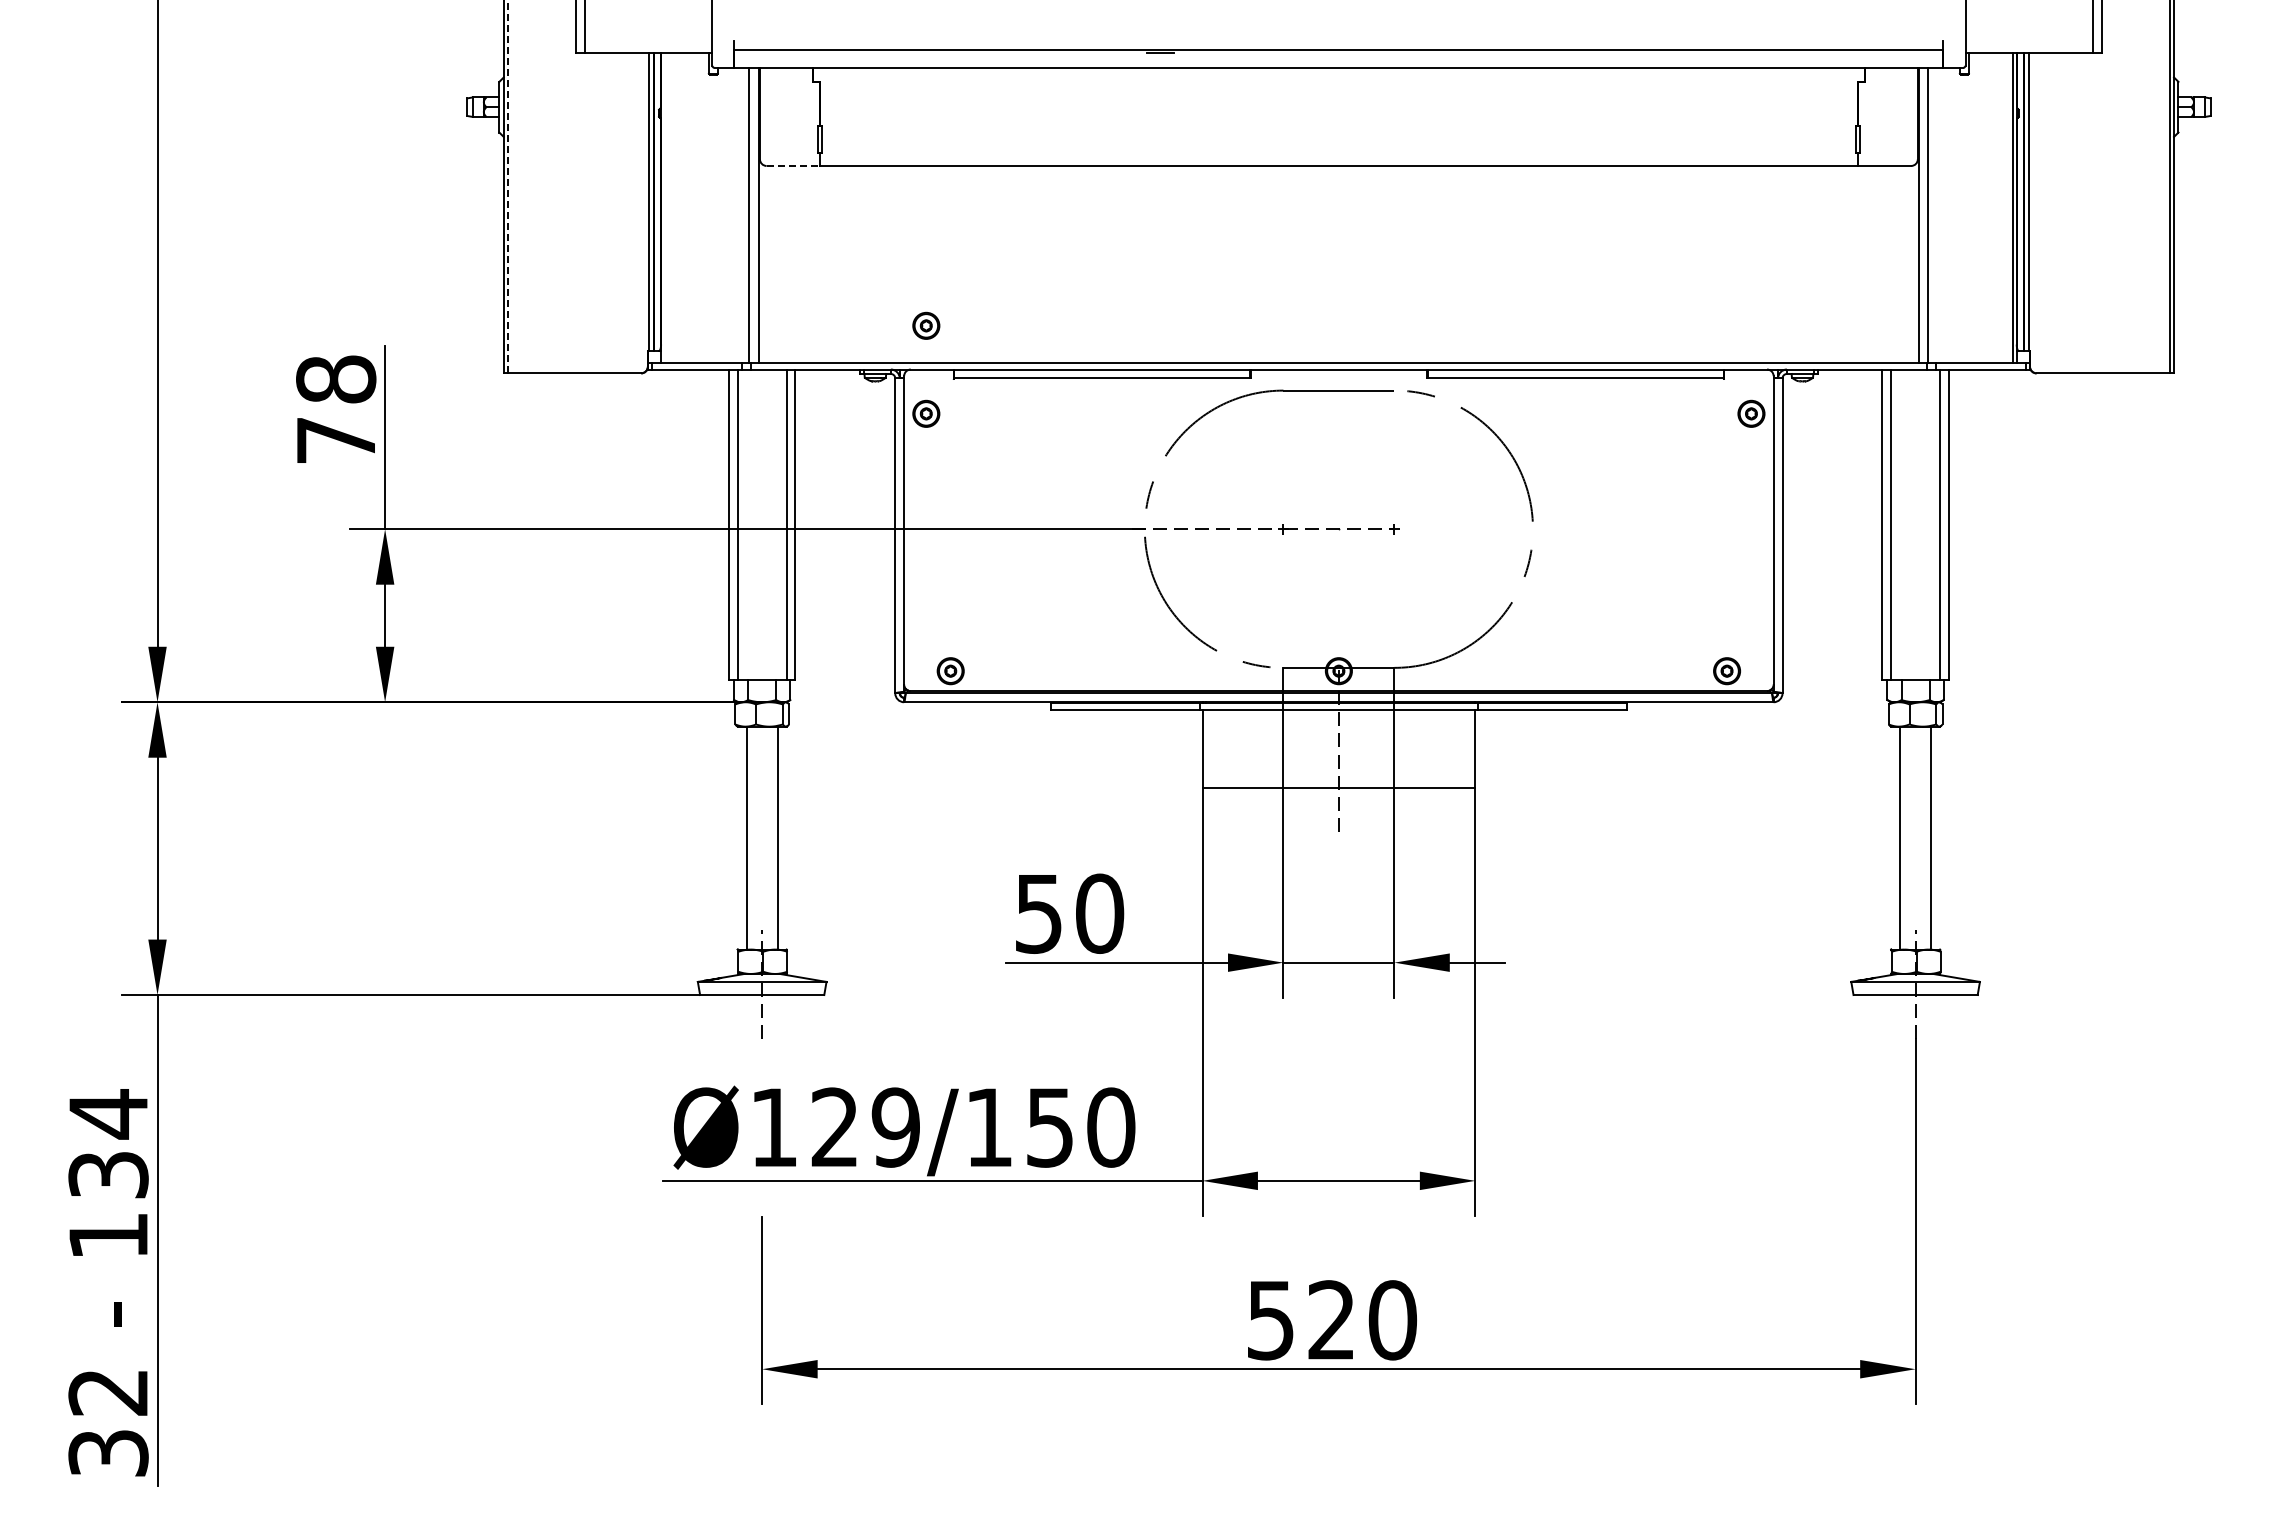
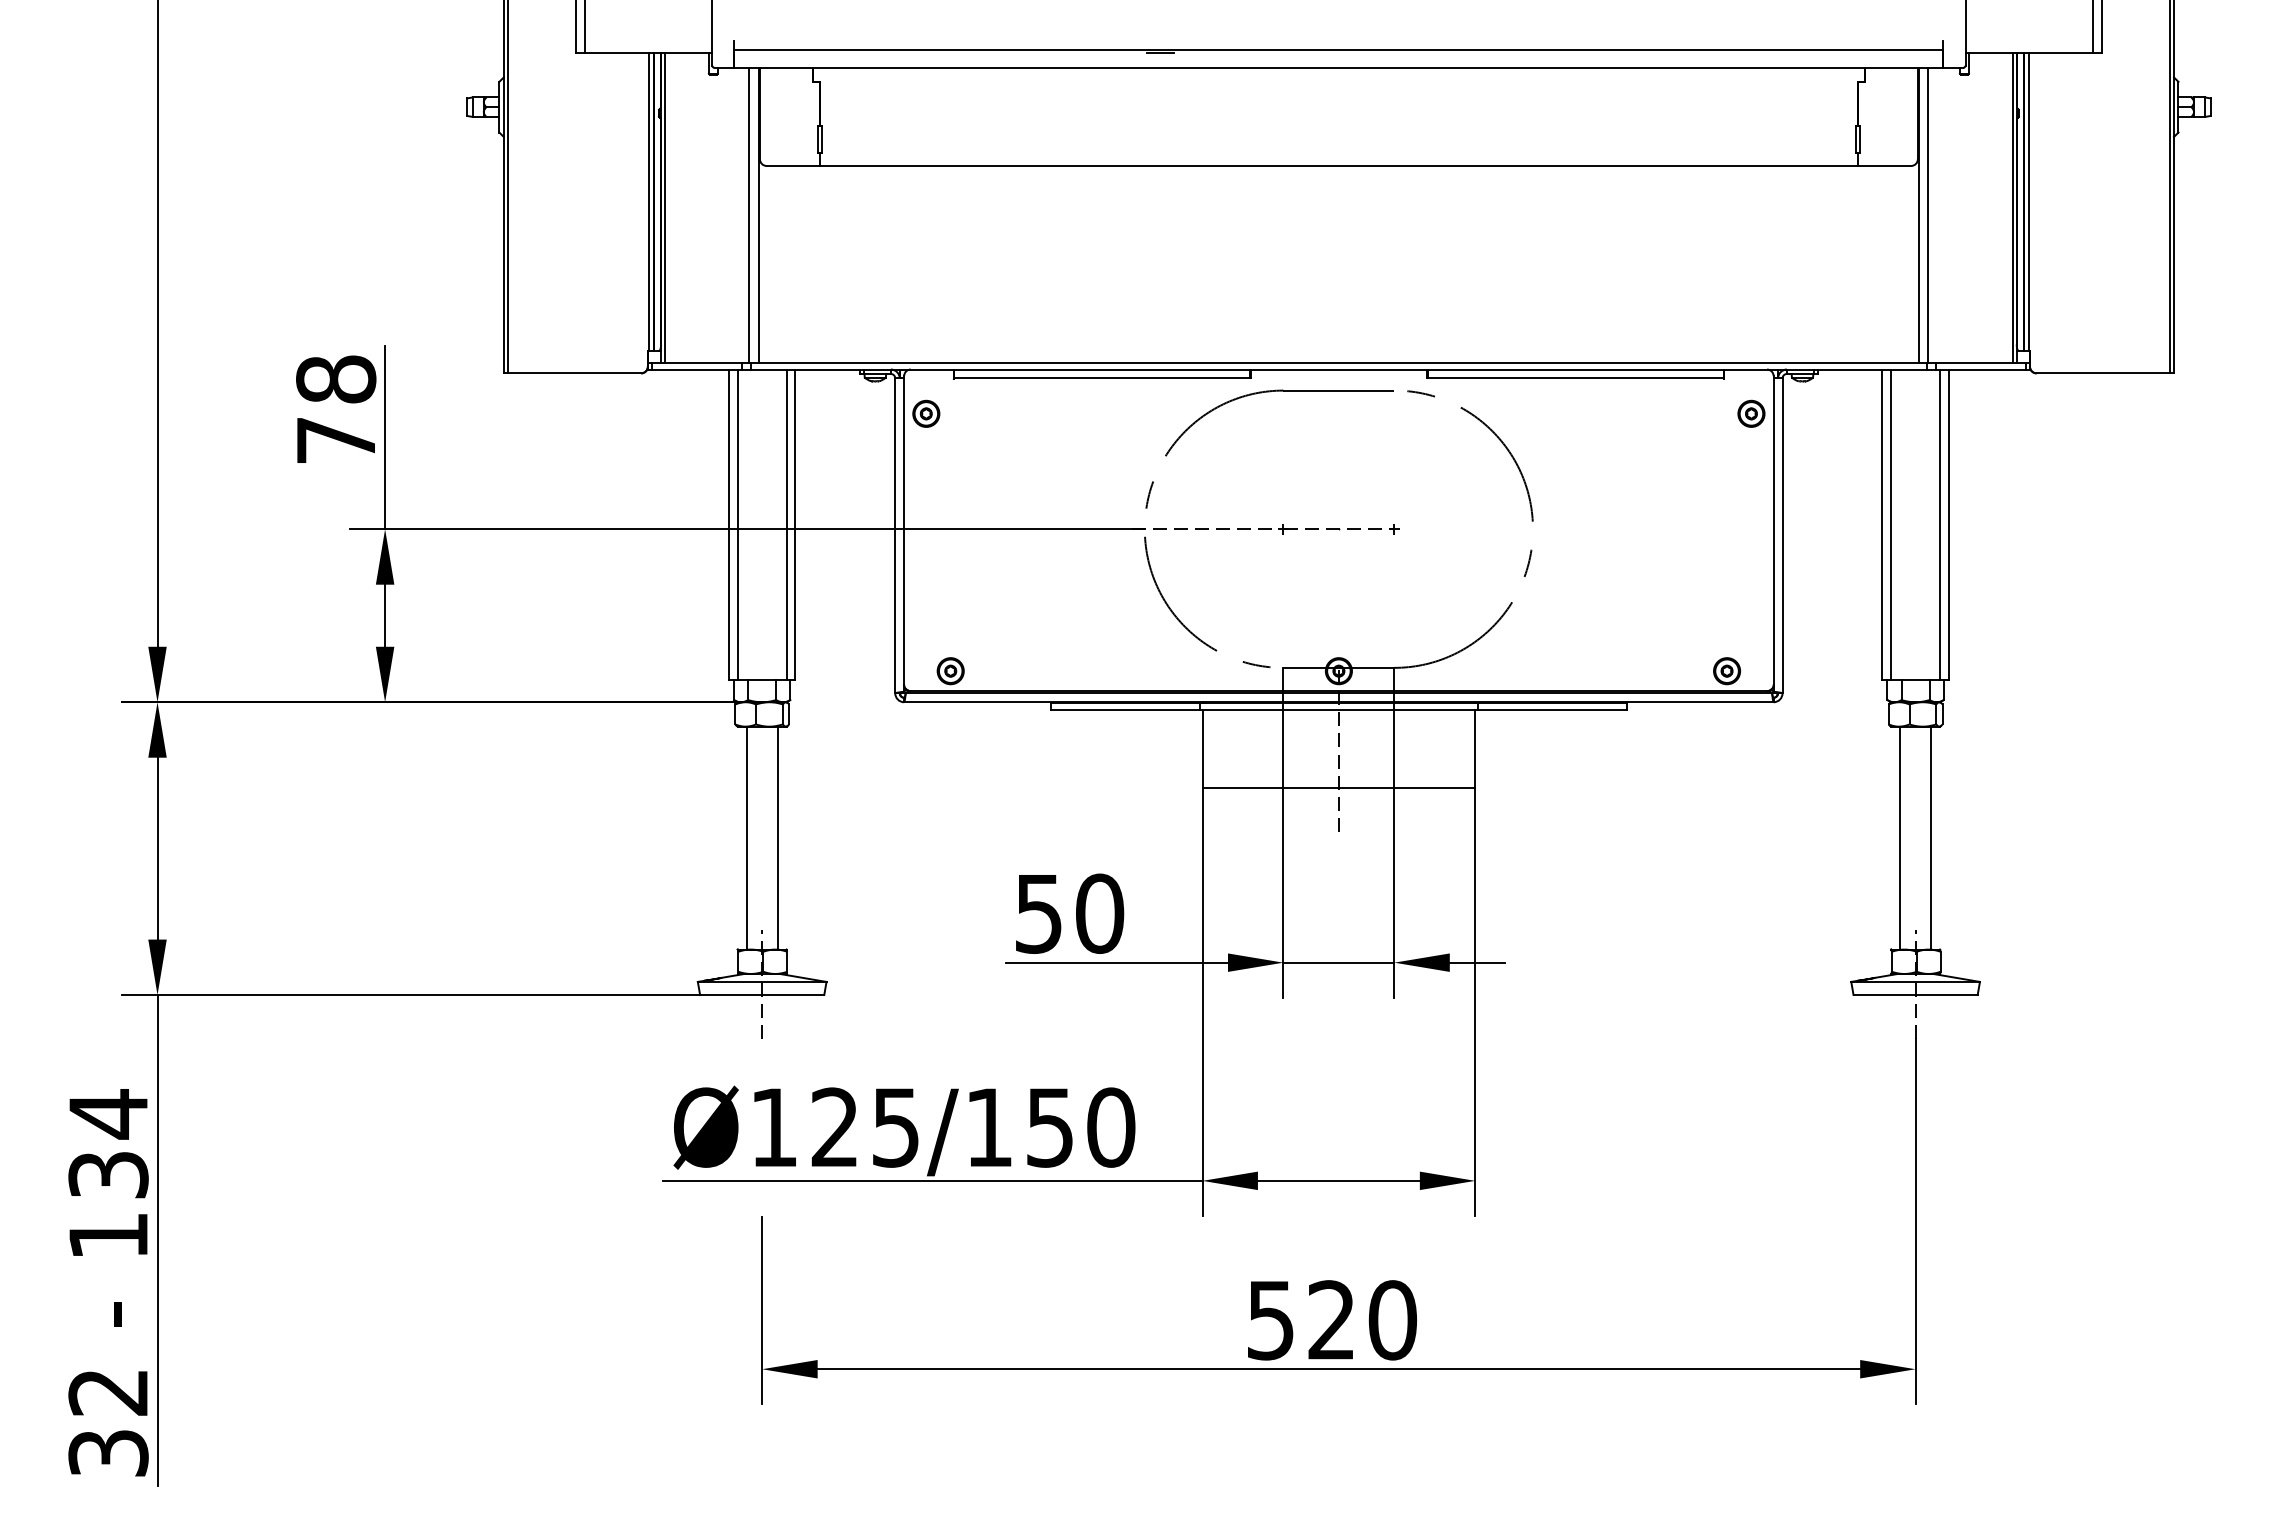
line at (793, 165): dashed -> solid
line at (508, 186): dashed -> solid
line at (665, 207): none -> present
part at (926, 325): present -> none
text at (895, 1127): Ø129/150 -> Ø125/150
